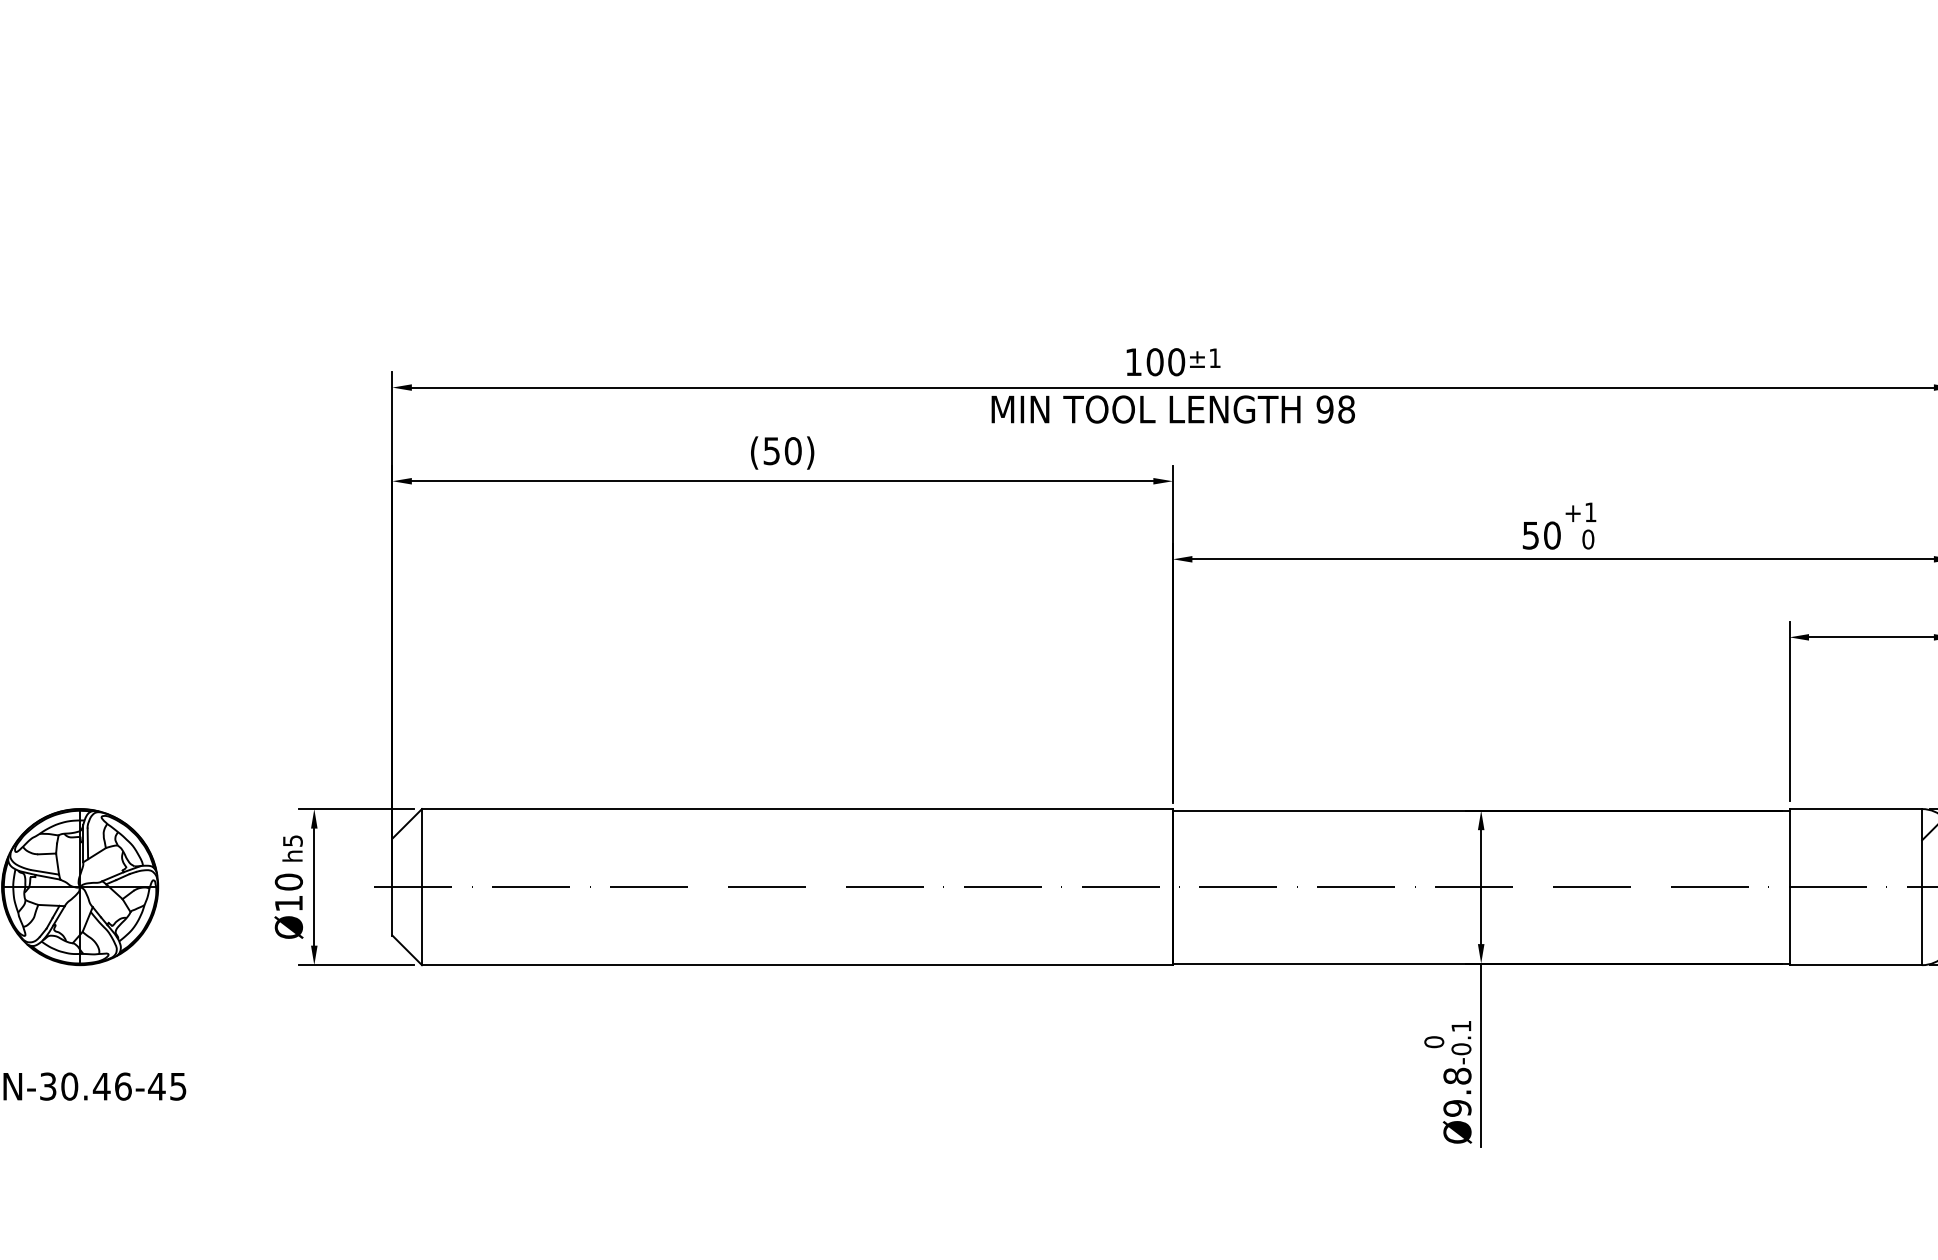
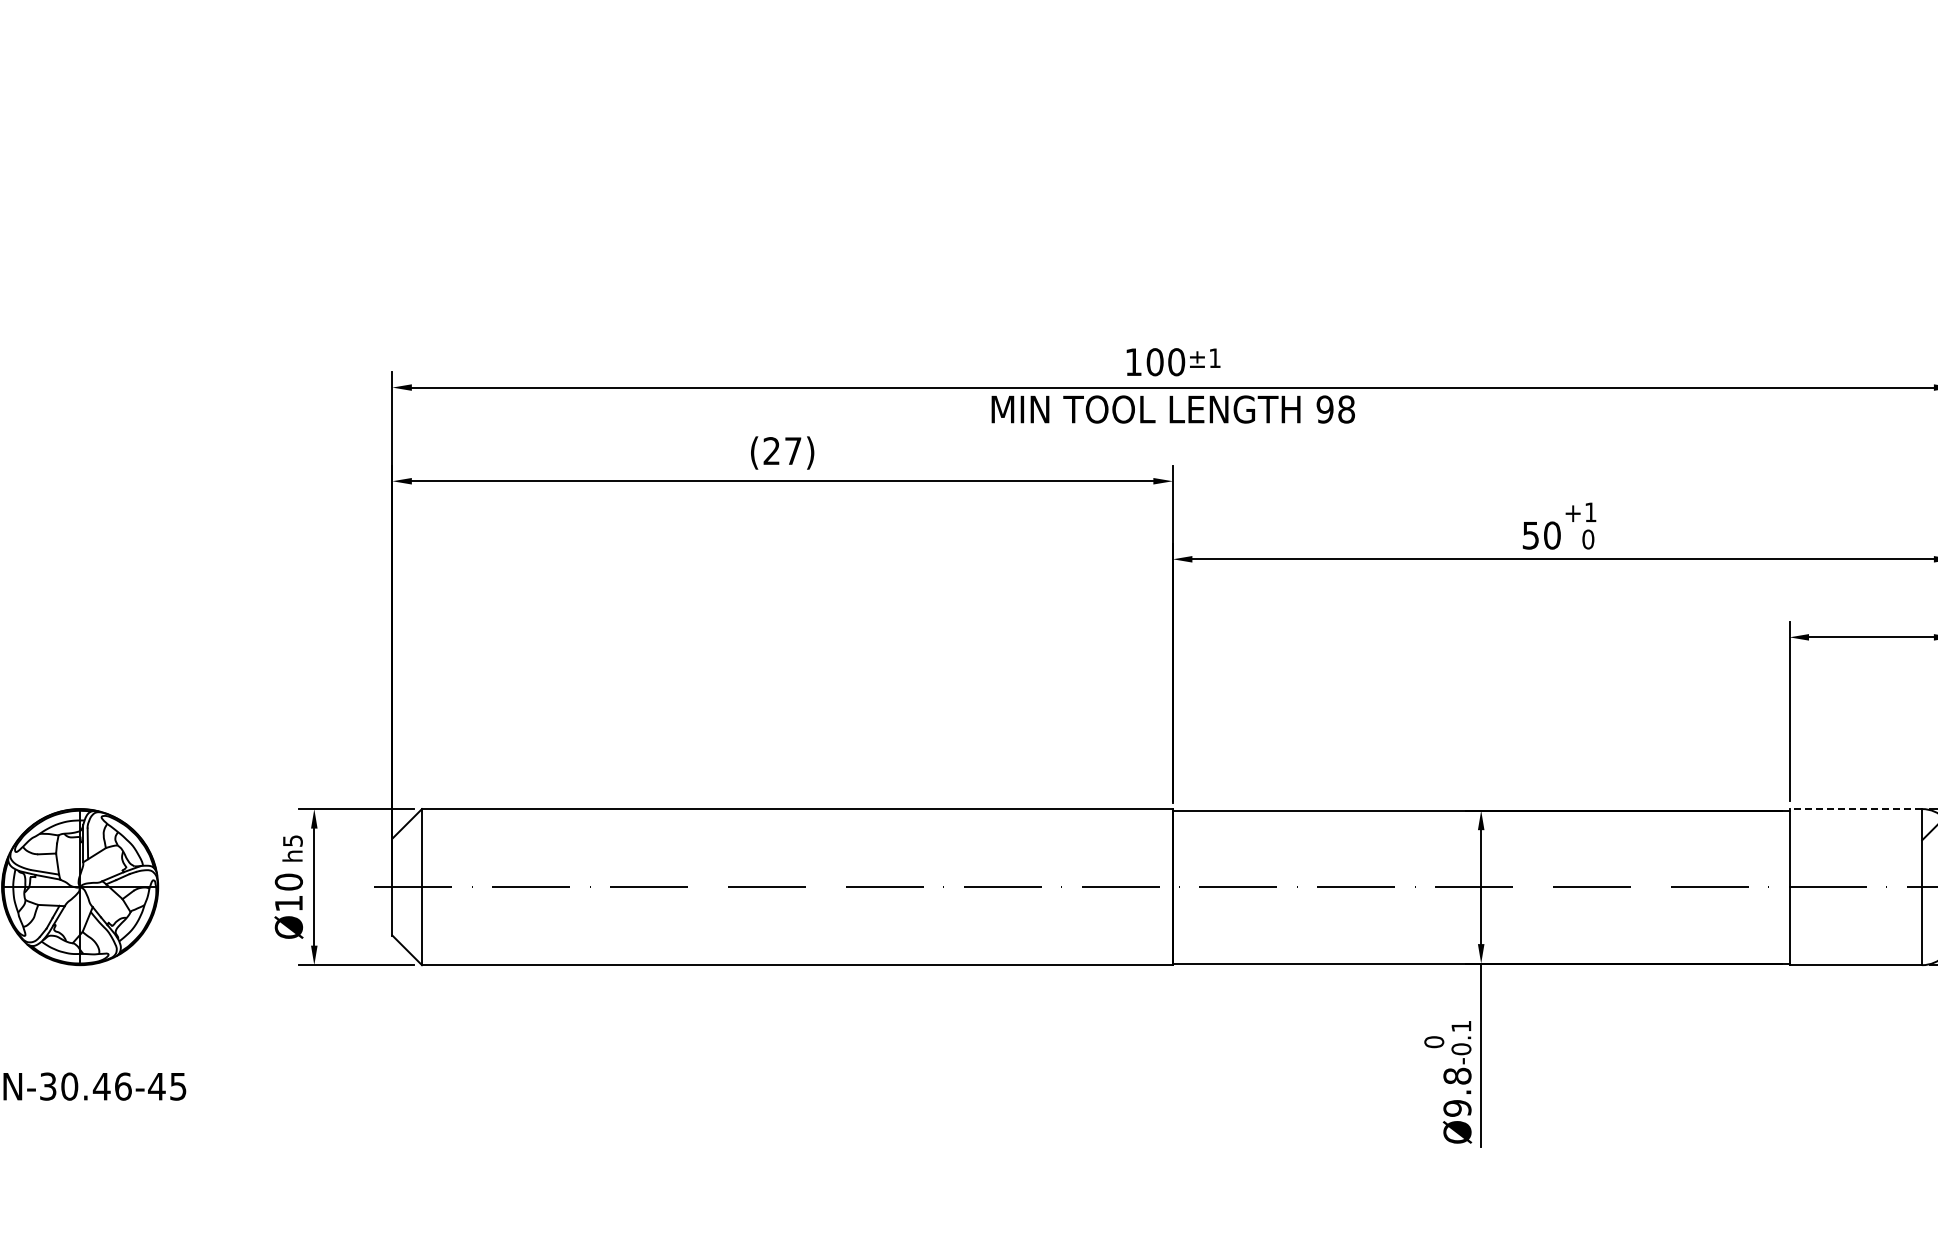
text at (782, 451): (50) -> (27)
line at (1855, 809): solid -> dashed
